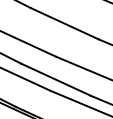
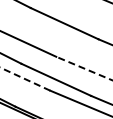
line at (84, 68): solid -> dashed
line at (25, 79): solid -> dashed
